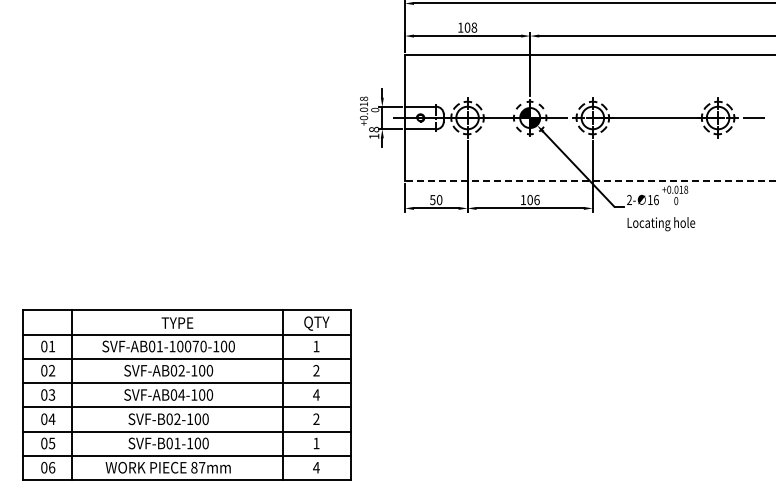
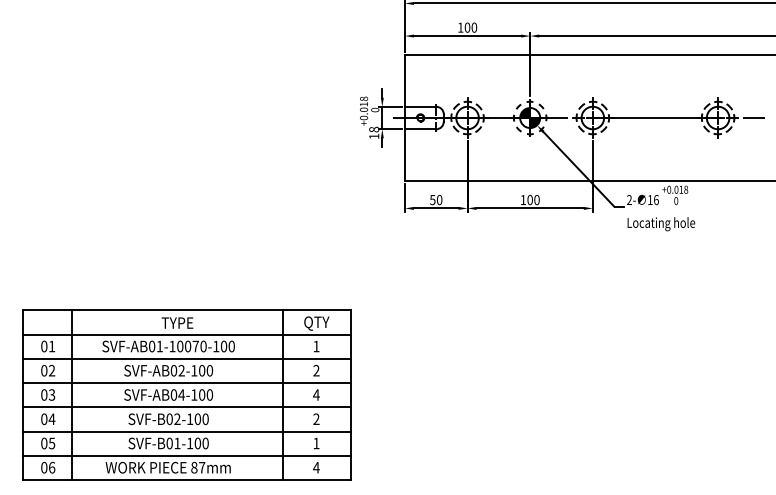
text at (474, 27): 108 -> 100
line at (589, 180): dashed -> solid
text at (536, 199): 106 -> 100
